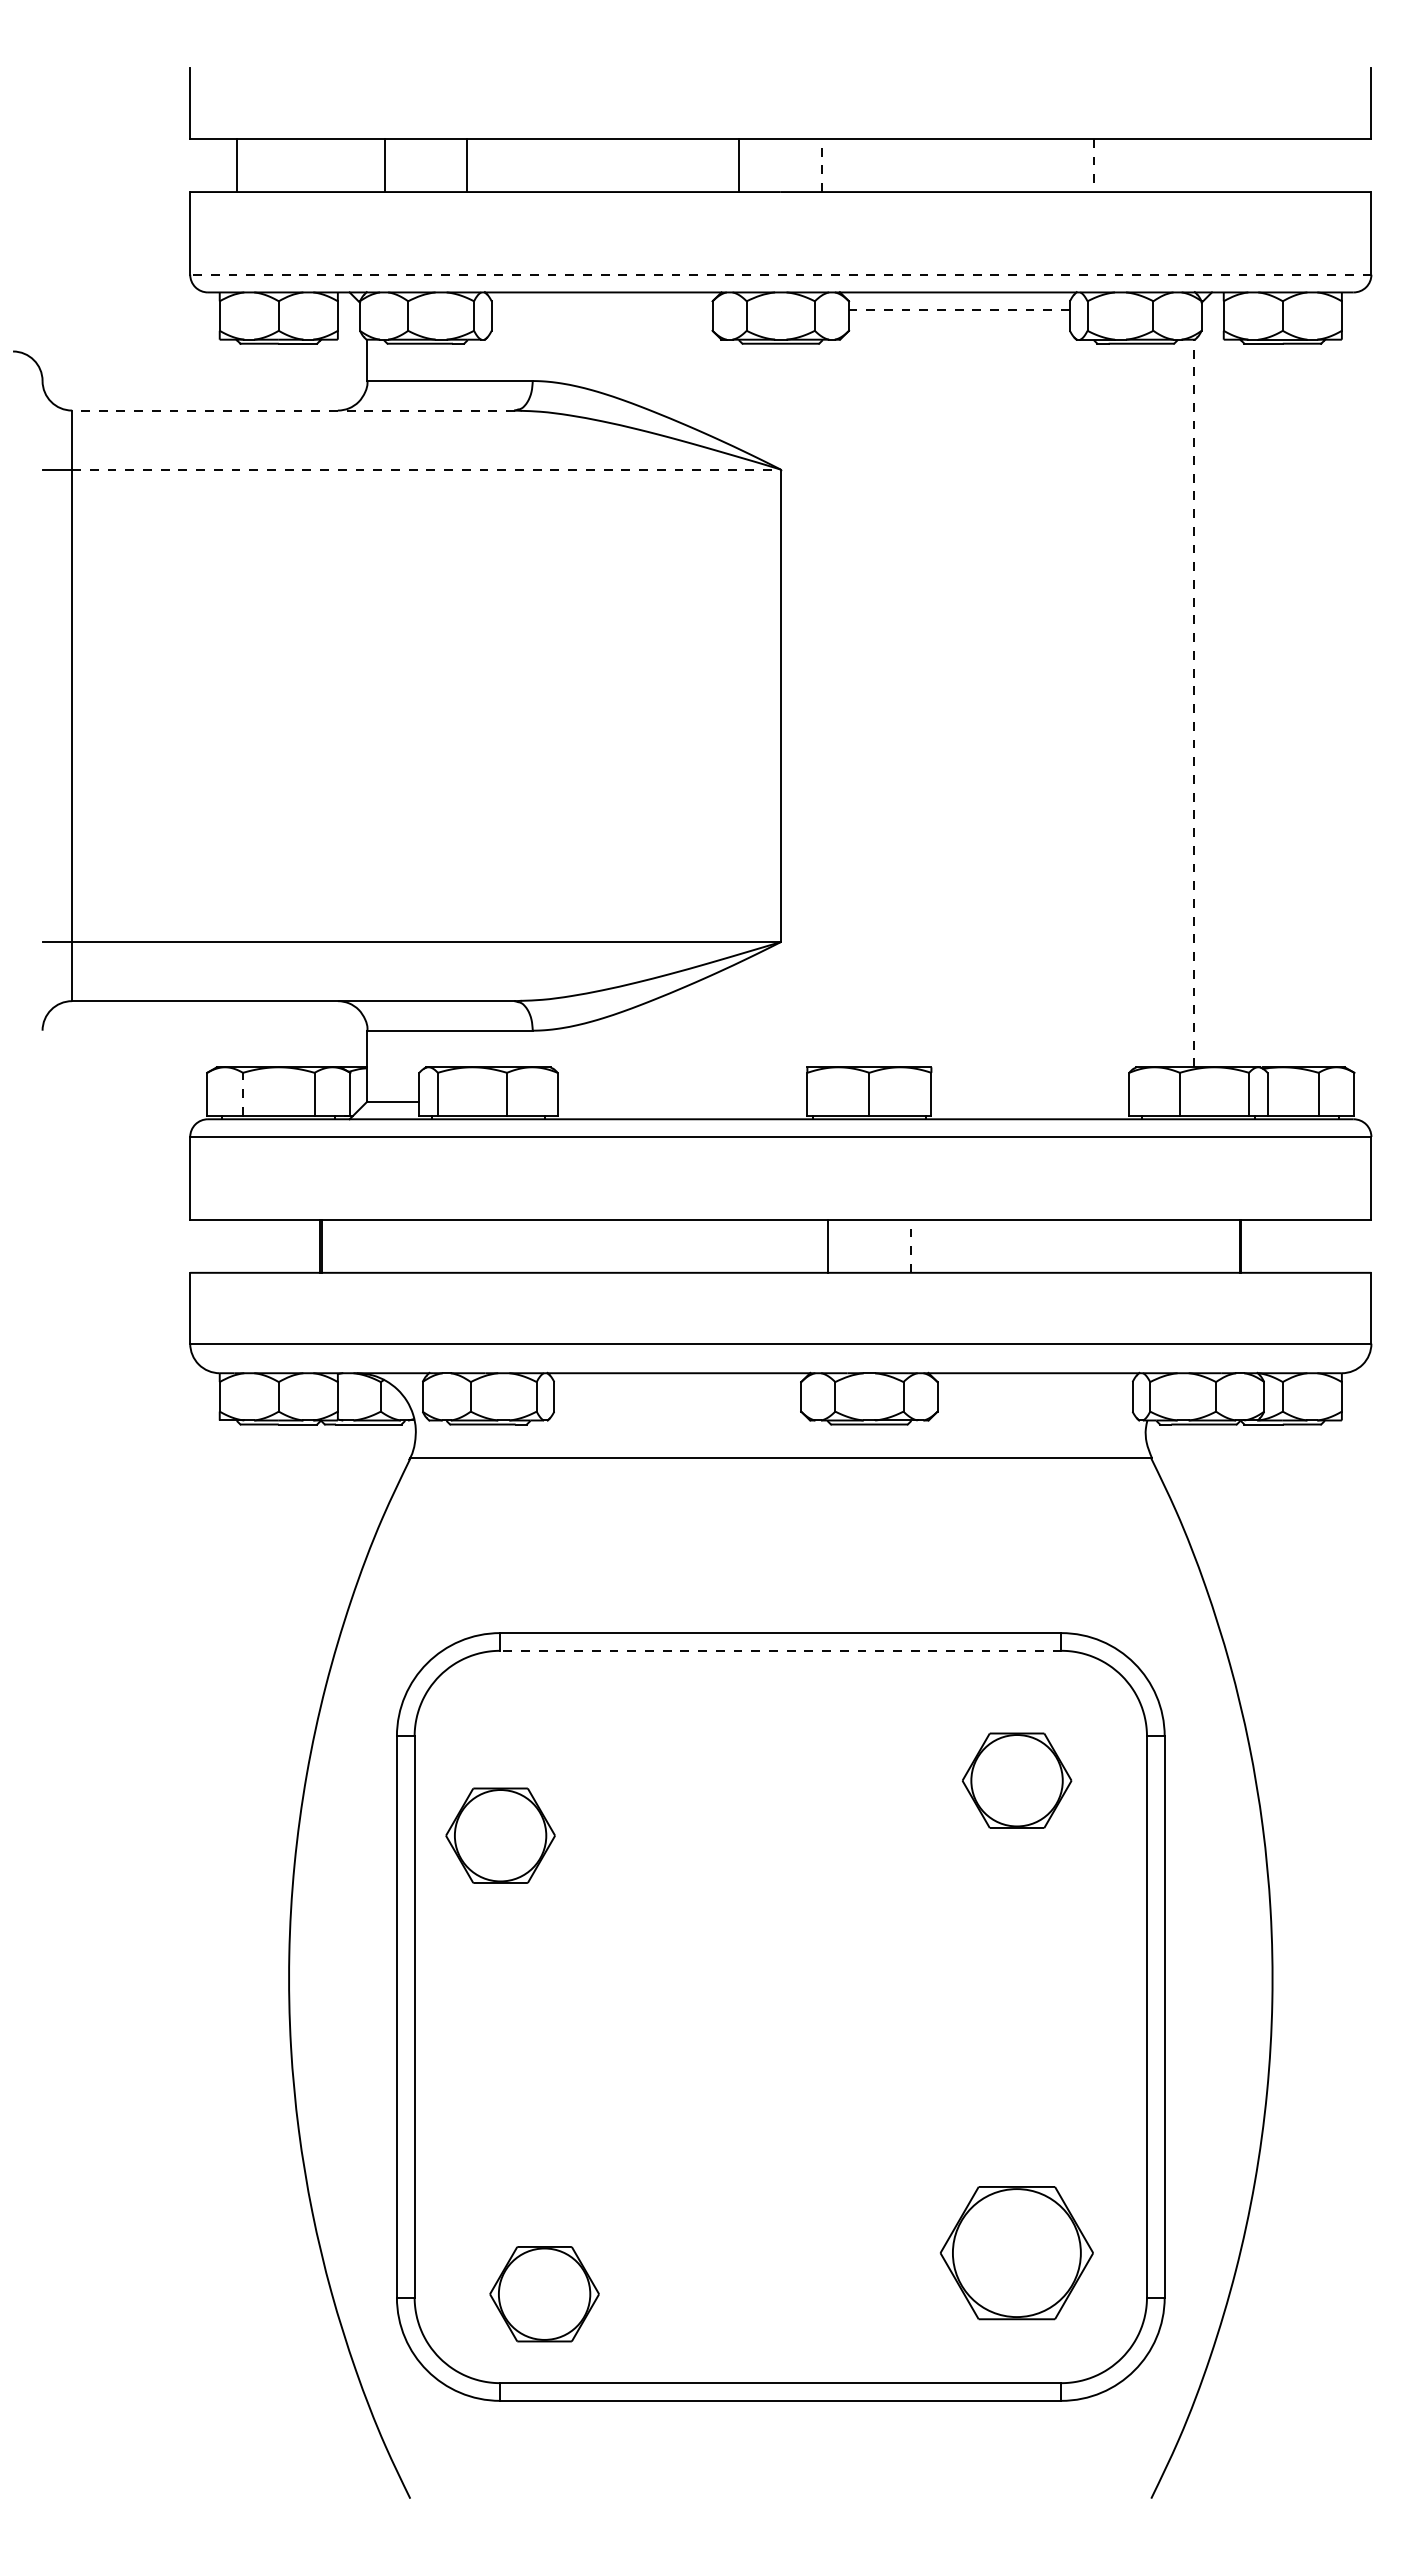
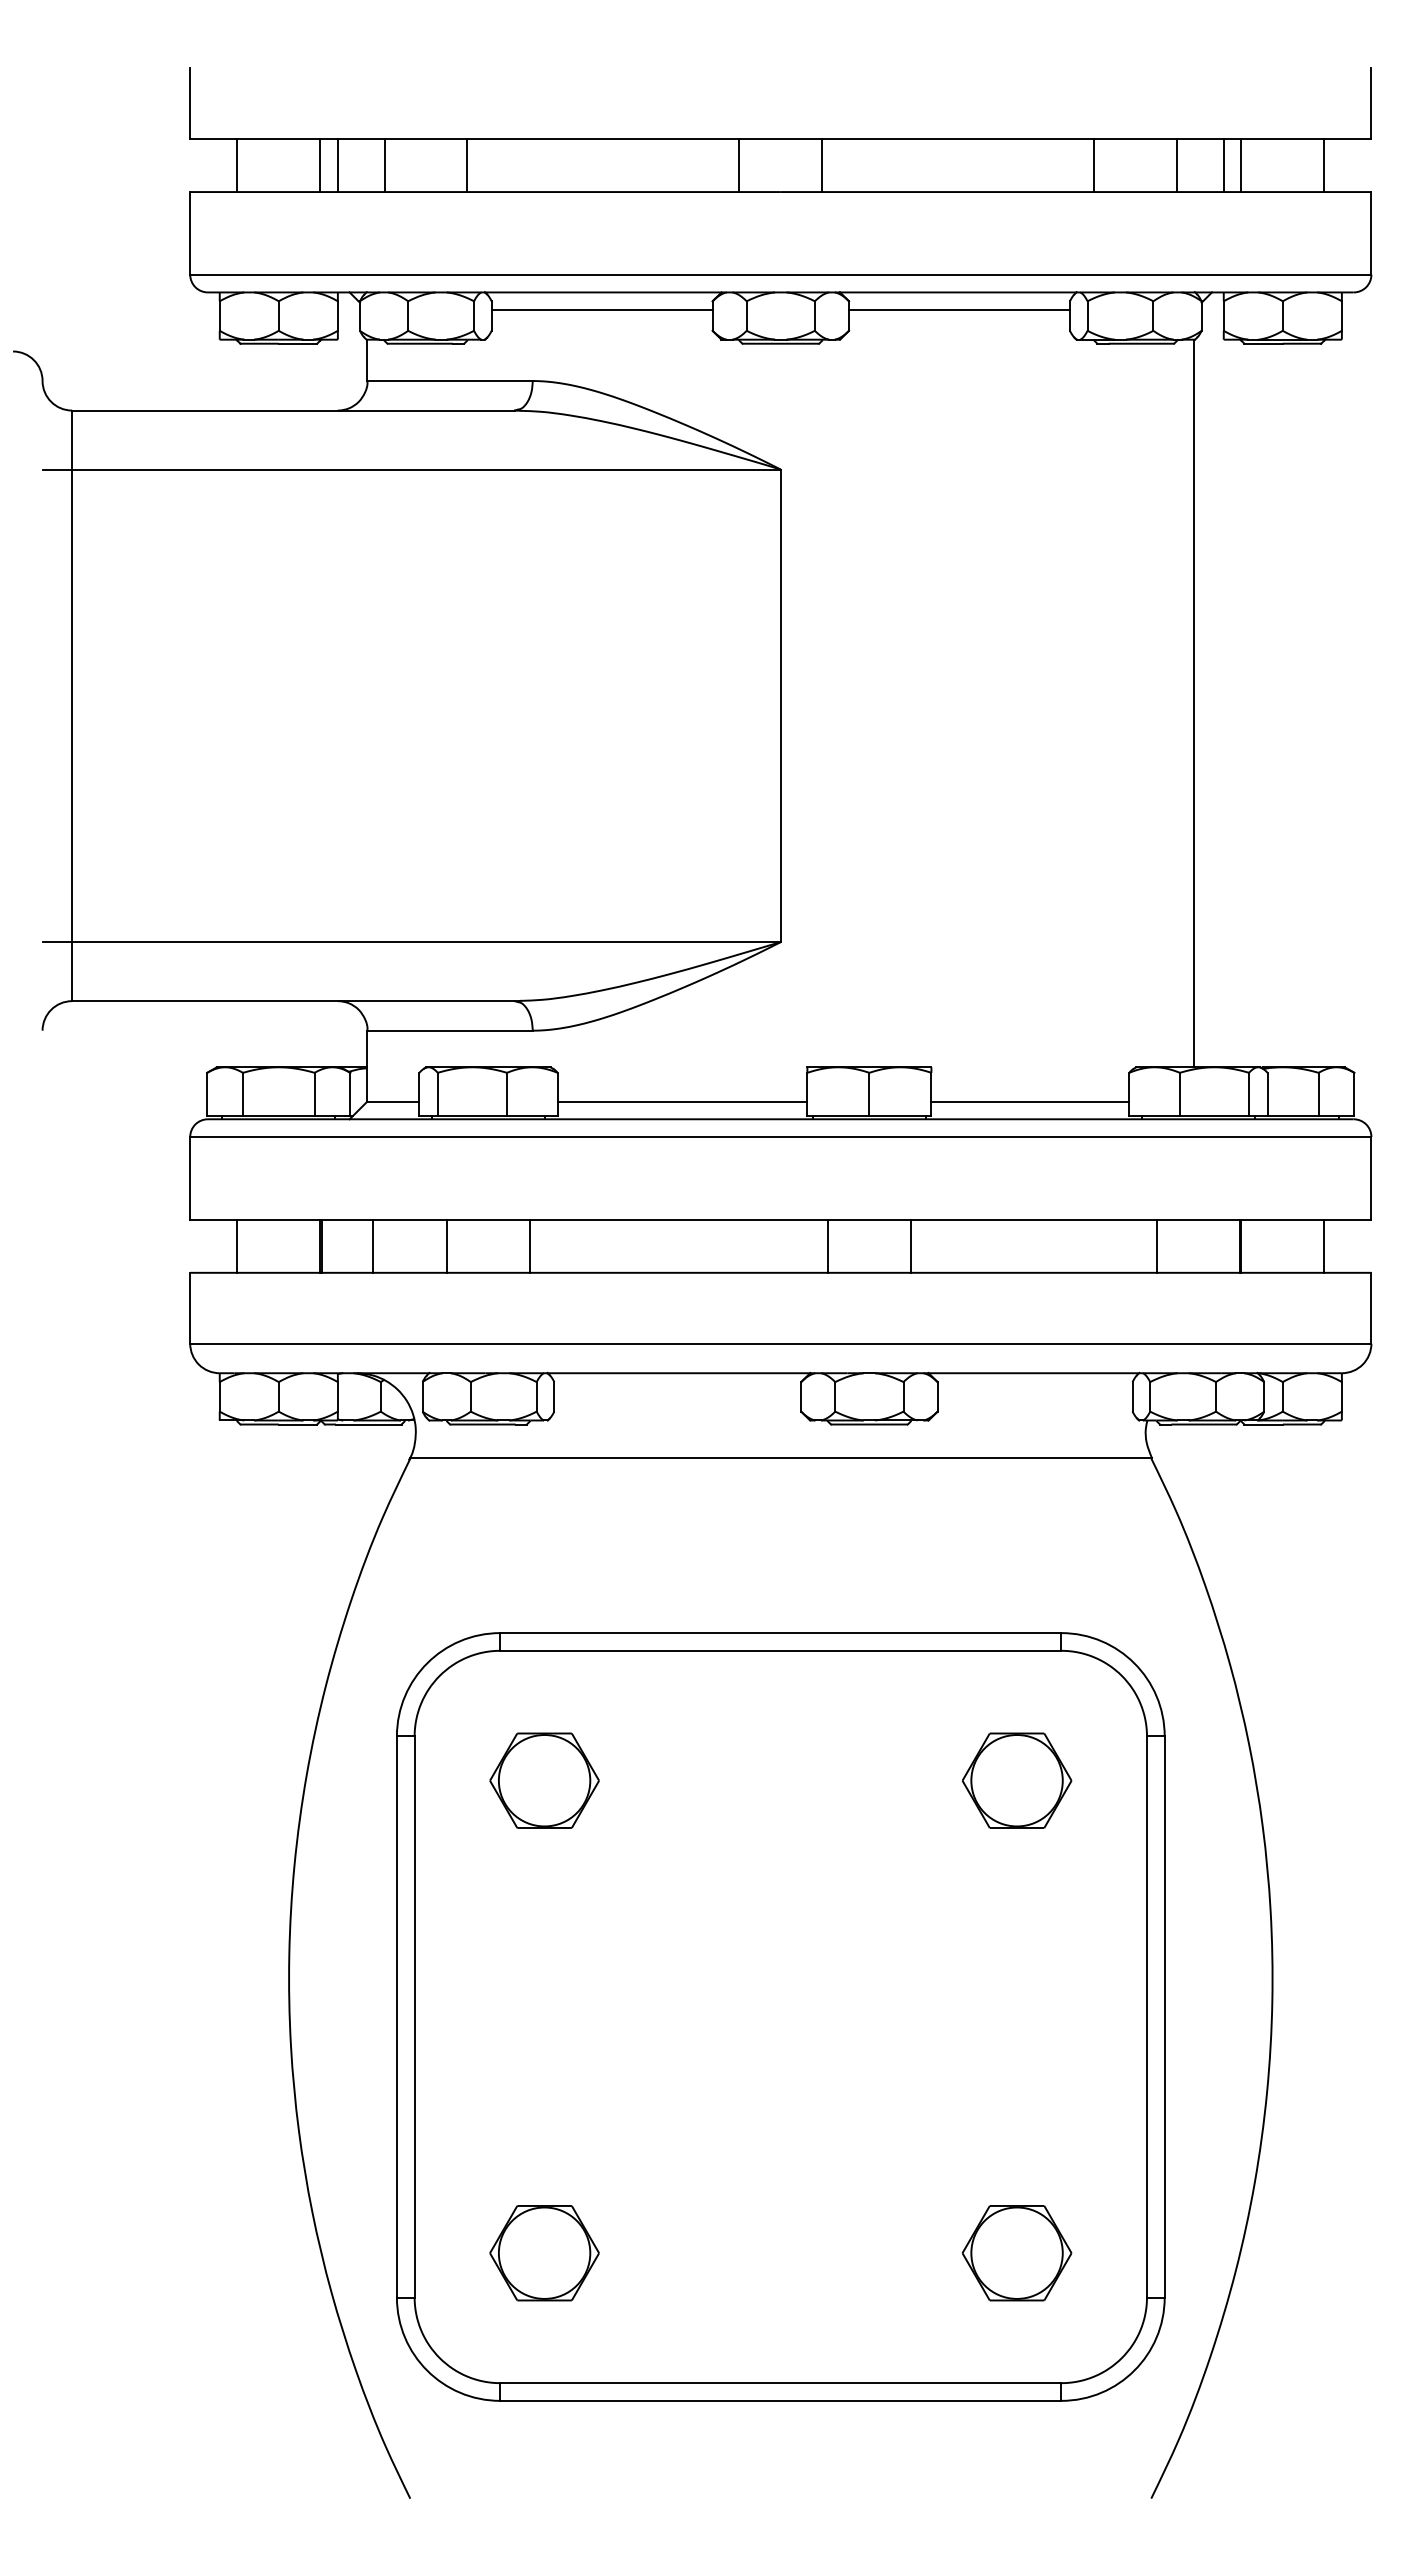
line at (320, 165): none -> present
line at (337, 165): none -> present
line at (822, 165): dashed -> solid
line at (1094, 165): dashed -> solid
line at (1177, 165): none -> present
line at (1223, 165): none -> present
line at (1241, 165): none -> present
line at (1324, 165): none -> present
line at (780, 274): dashed -> solid
line at (601, 310): none -> present
line at (958, 310): dashed -> solid
line at (293, 410): dashed -> solid
line at (426, 469): dashed -> solid
line at (1194, 703): dashed -> solid
line at (243, 1093): dashed -> solid
line at (682, 1101): none -> present
line at (1030, 1101): none -> present
line at (237, 1245): none -> present
line at (373, 1245): none -> present
line at (447, 1245): none -> present
line at (529, 1245): none -> present
line at (1157, 1245): none -> present
line at (1324, 1245): none -> present
line at (910, 1246): dashed -> solid
line at (780, 1650): dashed -> solid
part at (500, 1835) position: (500, 1835) -> (544, 1780)
part at (1016, 2253) size: 154x135 px -> 111x97 px
part at (544, 2294) position: (544, 2294) -> (544, 2253)
